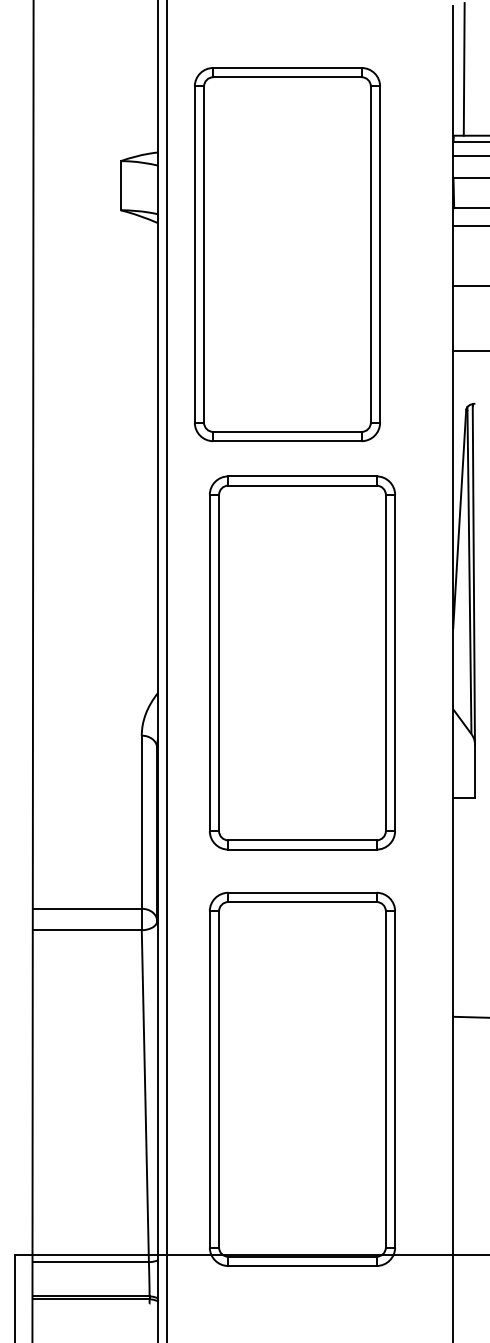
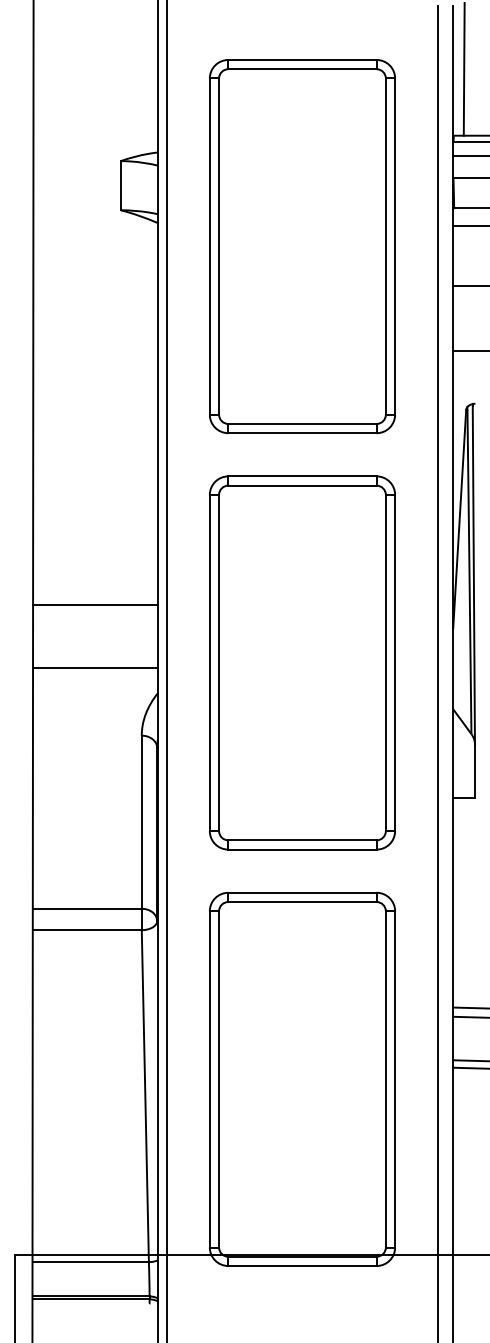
part at (287, 254) position: (287, 254) -> (302, 246)
line at (95, 605): none -> present
line at (95, 667): none -> present
line at (437, 672): none -> present
line at (469, 1007): none -> present
line at (469, 1060): none -> present
line at (469, 1067): none -> present
